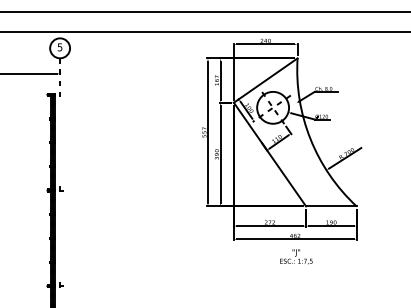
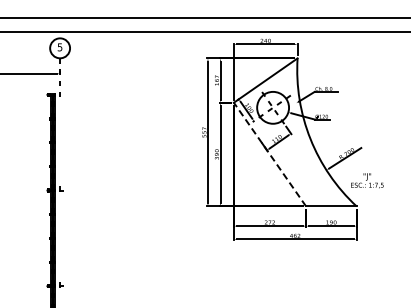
line at (204, 11) position: (204, 11) -> (204, 17)
line at (269, 154): solid -> dashed
text at (296, 256) position: (296, 256) -> (367, 180)
